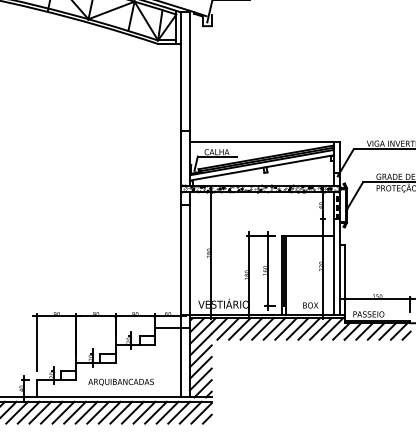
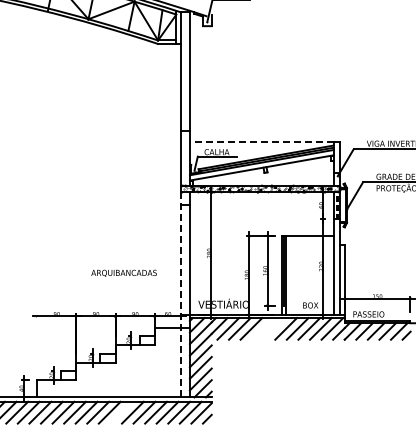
line at (261, 142): solid -> dashed
line at (181, 294): solid -> dashed
line at (262, 328): present -> none
line at (274, 328): present -> none
line at (37, 342): present -> none
text at (120, 381) position: (120, 381) -> (123, 272)
line at (121, 412): present -> none
